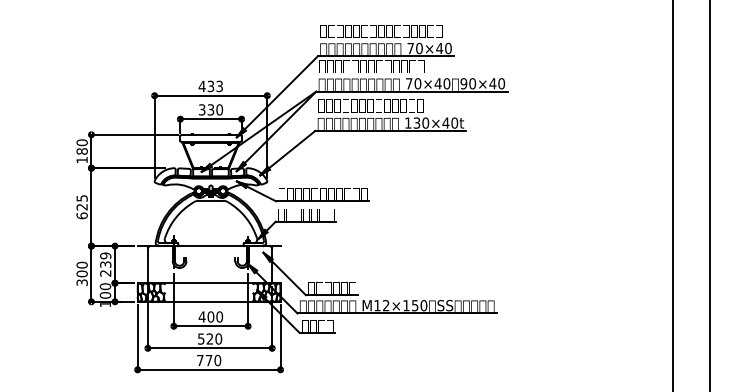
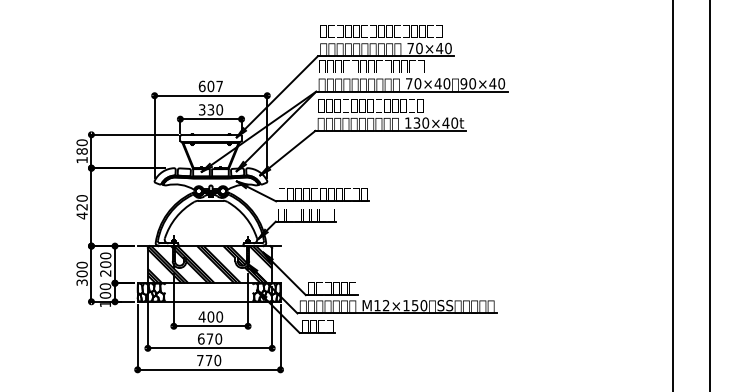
text at (210, 86): 433 -> 607
text at (81, 207): 625 -> 420
text at (105, 260): 239 -> 200
hatch at (209, 264): none -> present
text at (205, 338): 520 -> 670
